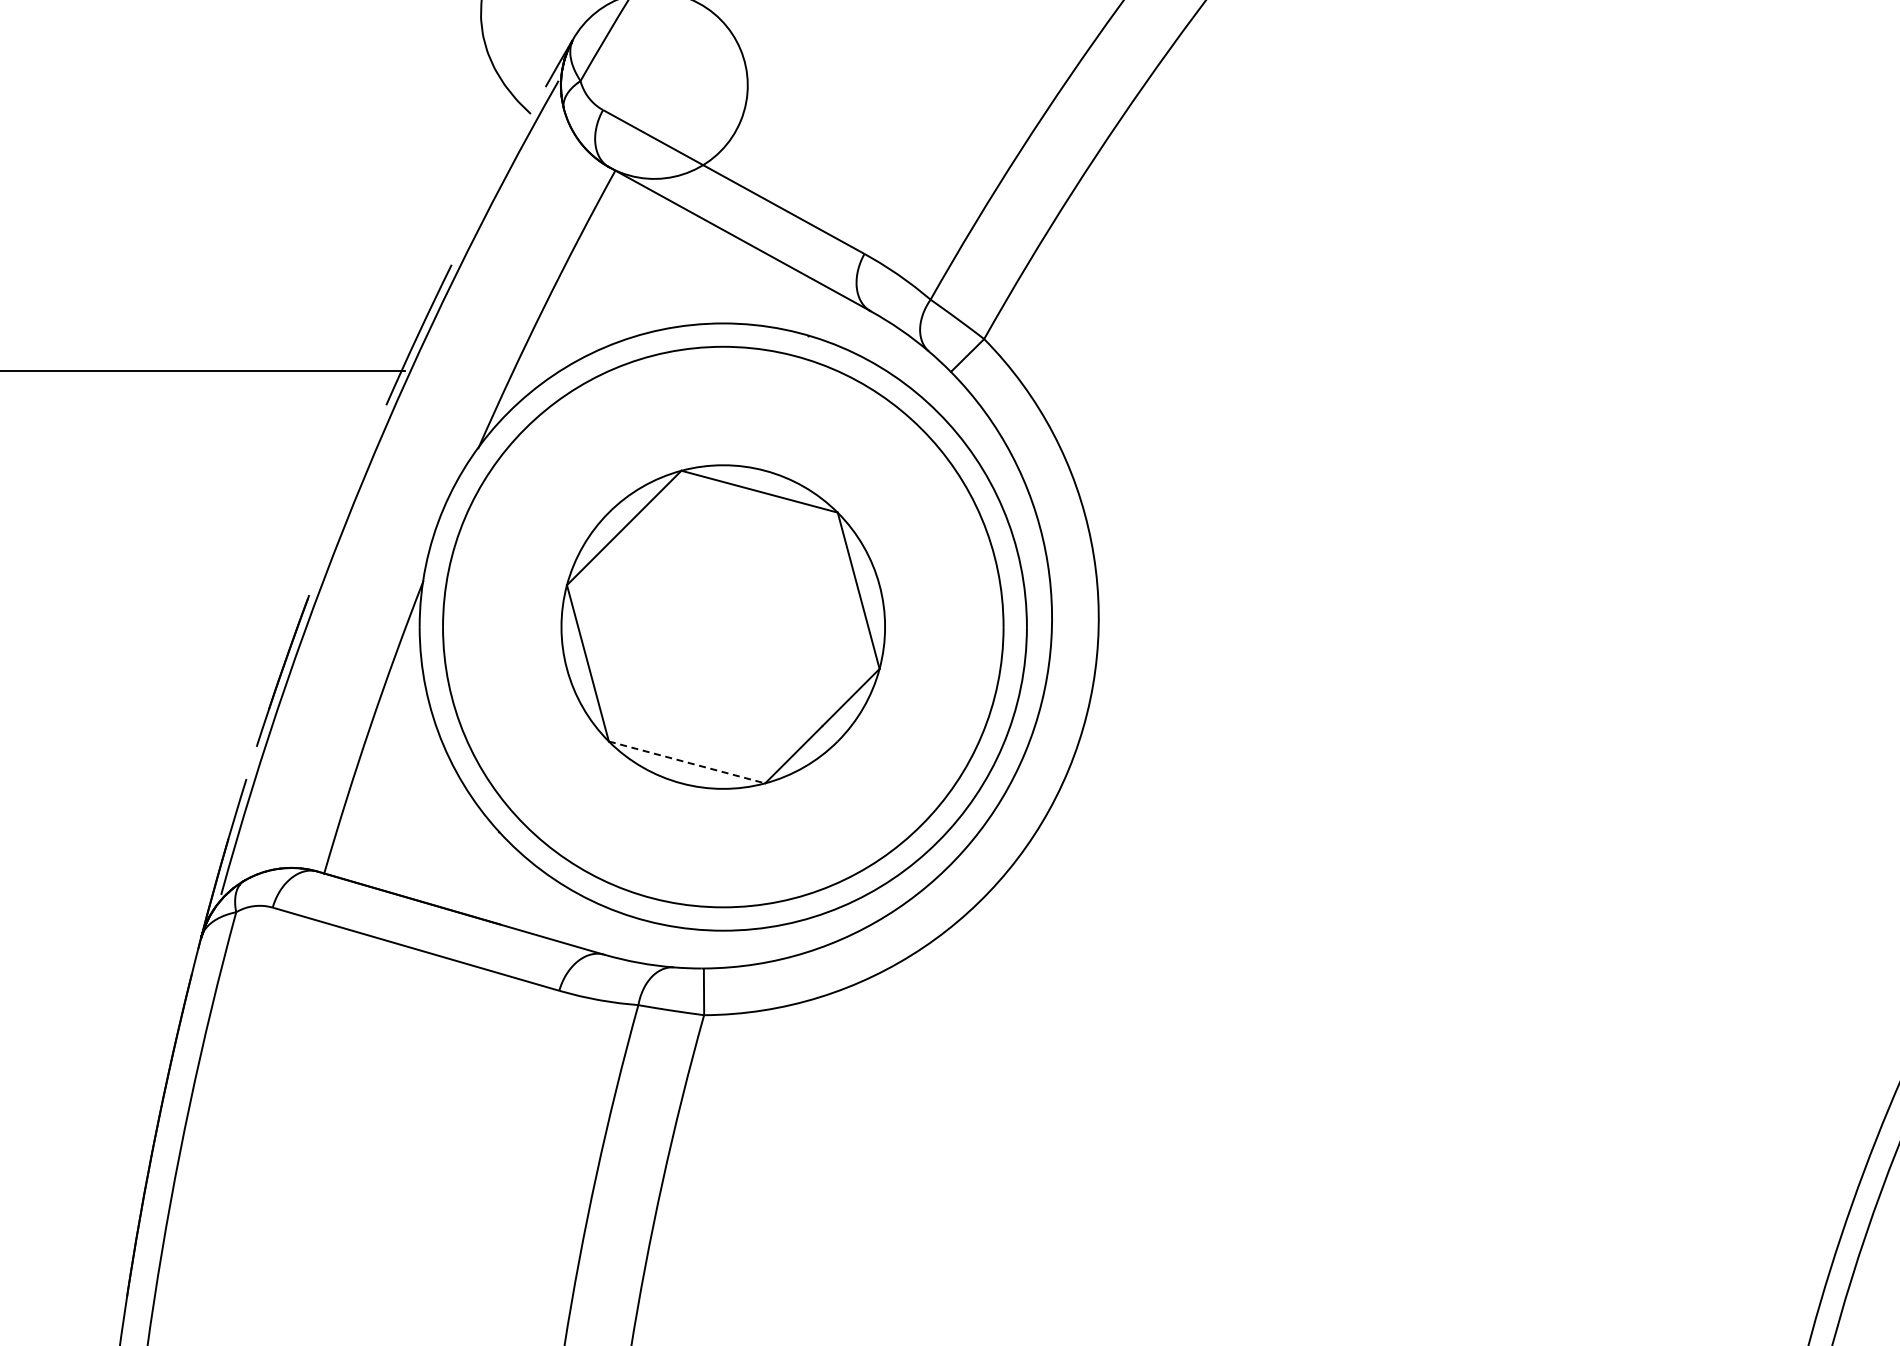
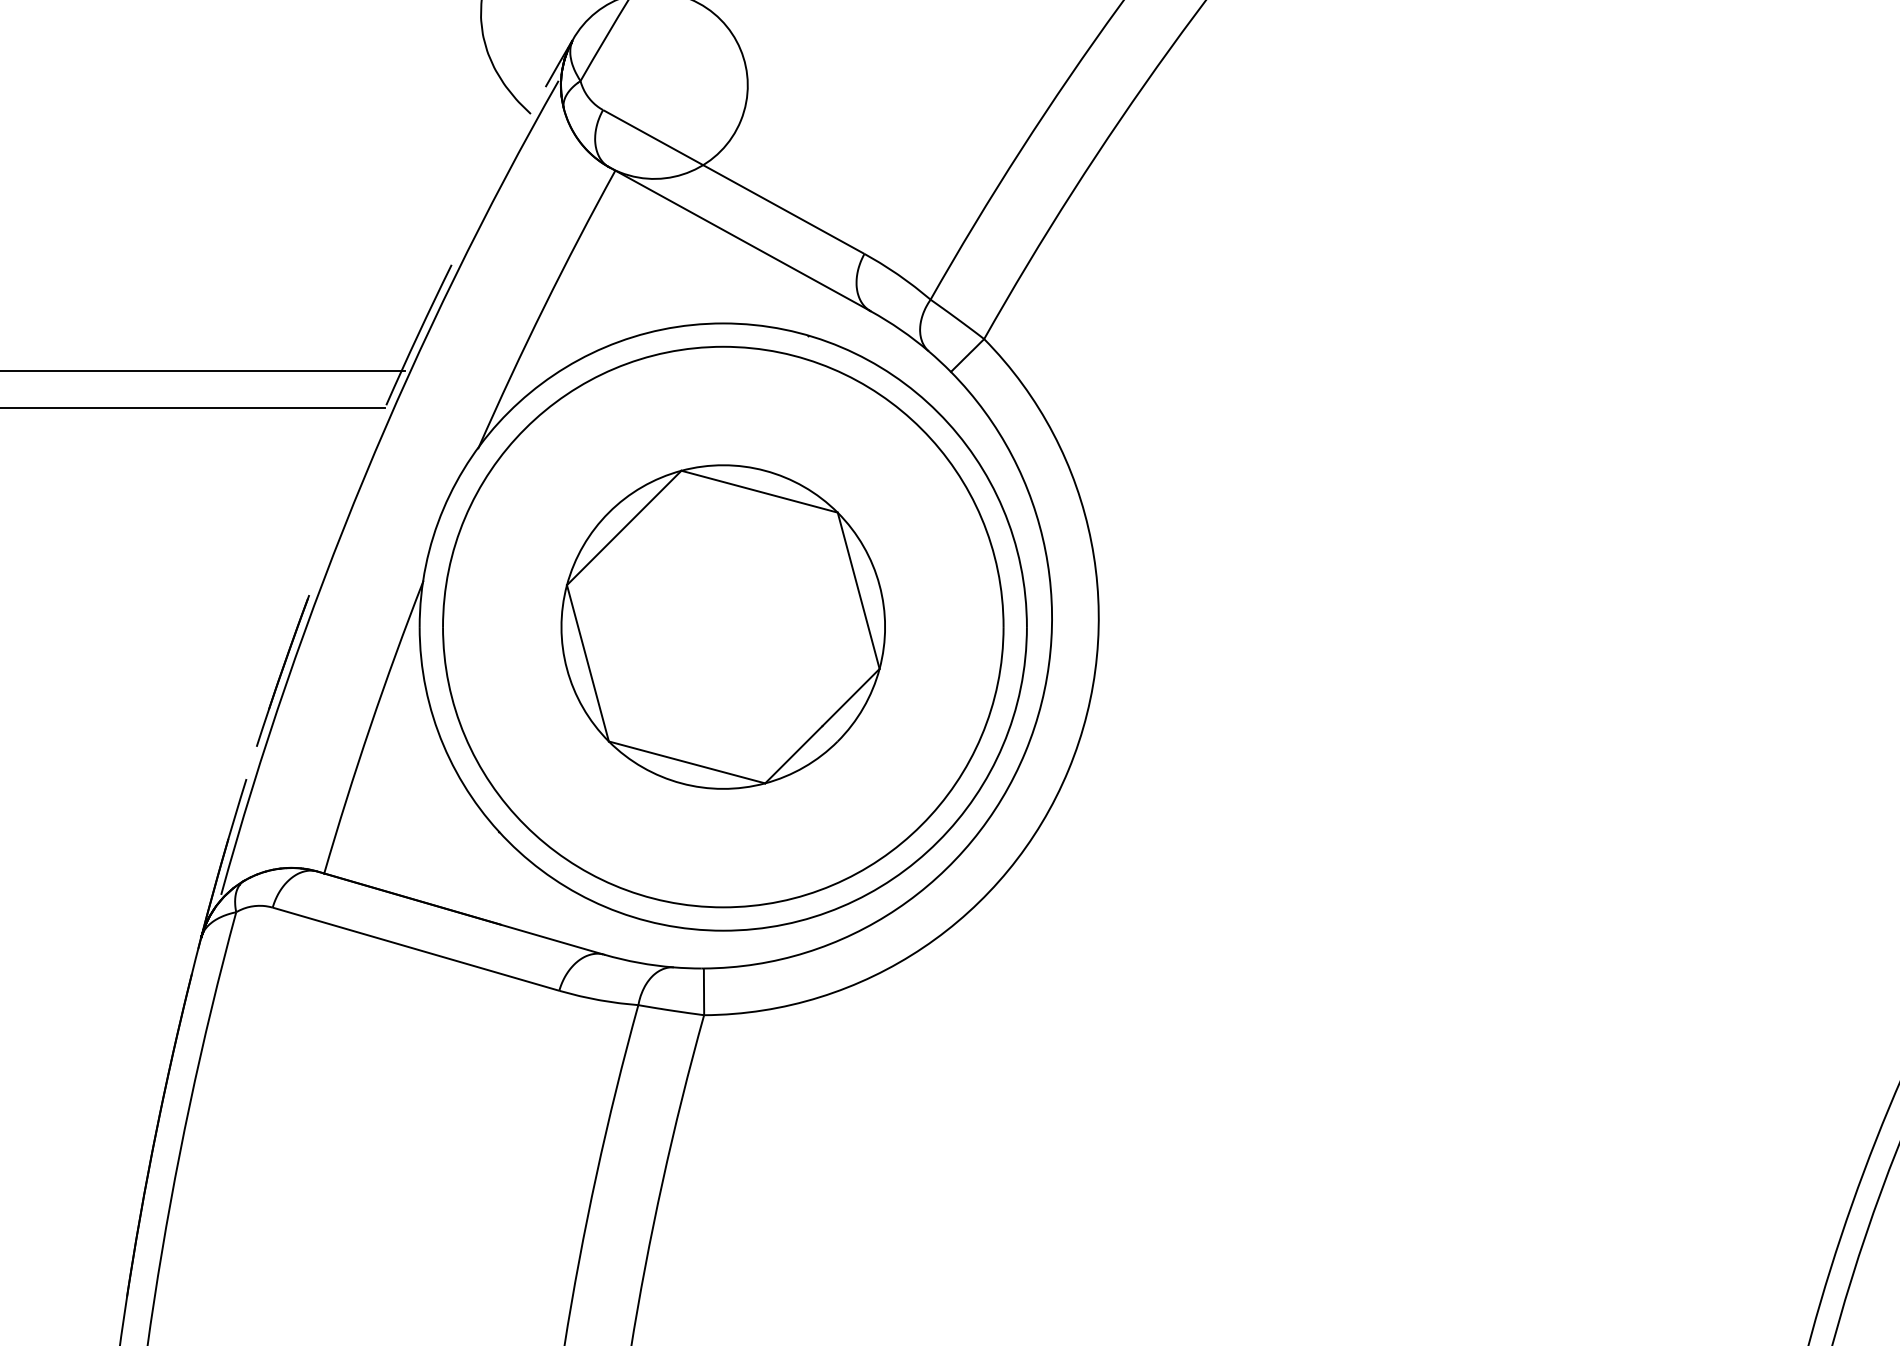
line at (193, 408): none -> present
line at (687, 762): dashed -> solid
